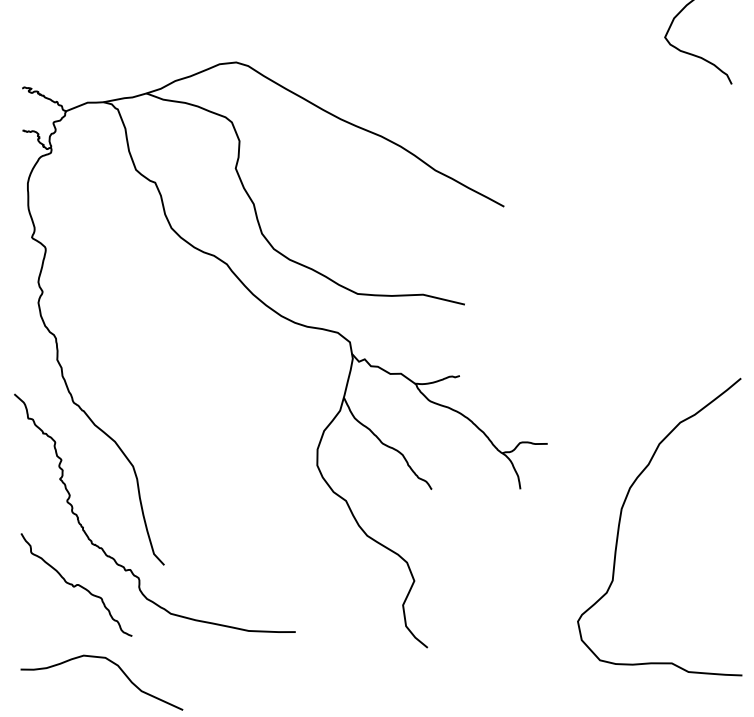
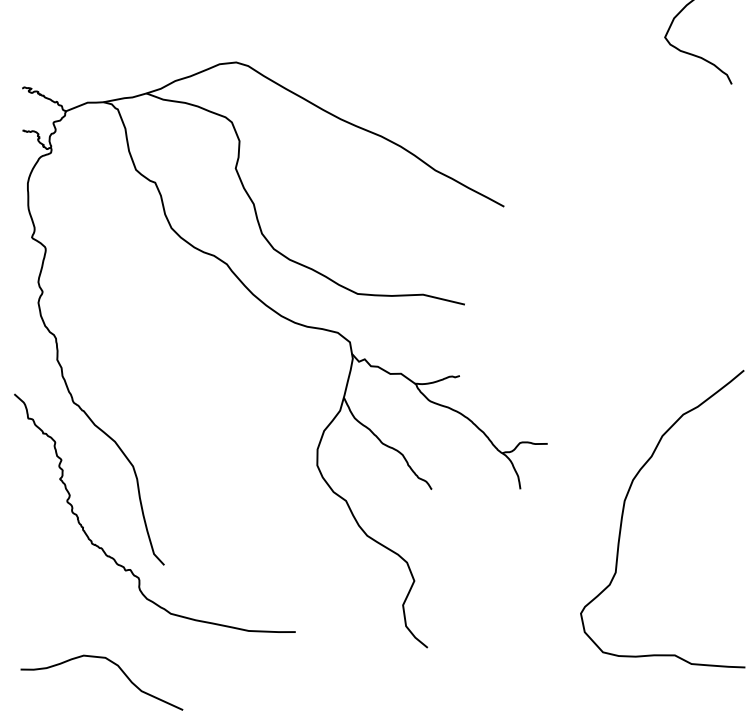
curve at (621, 517) position: (621, 517) -> (624, 509)
curve at (76, 584): present -> none
